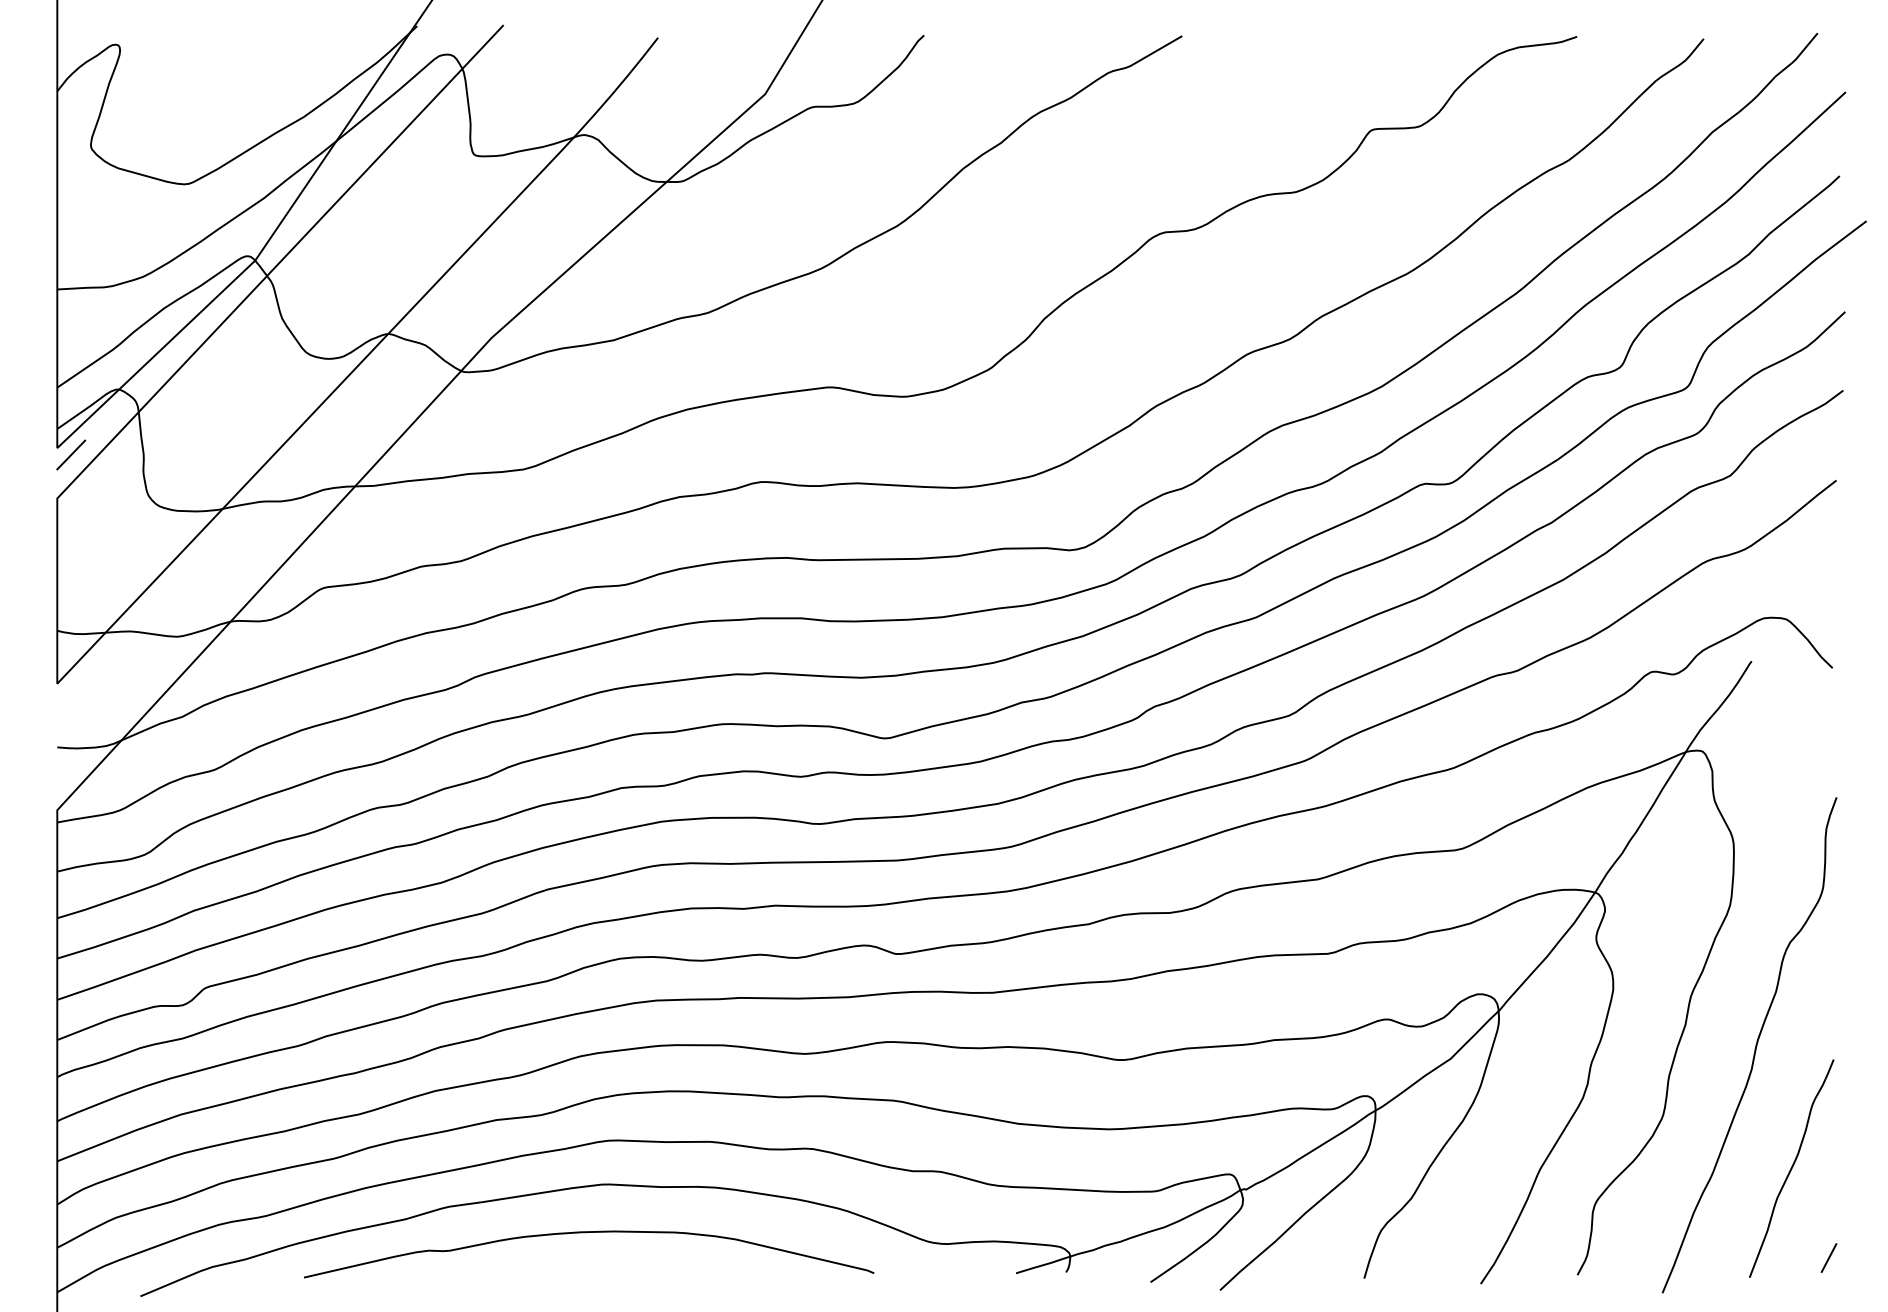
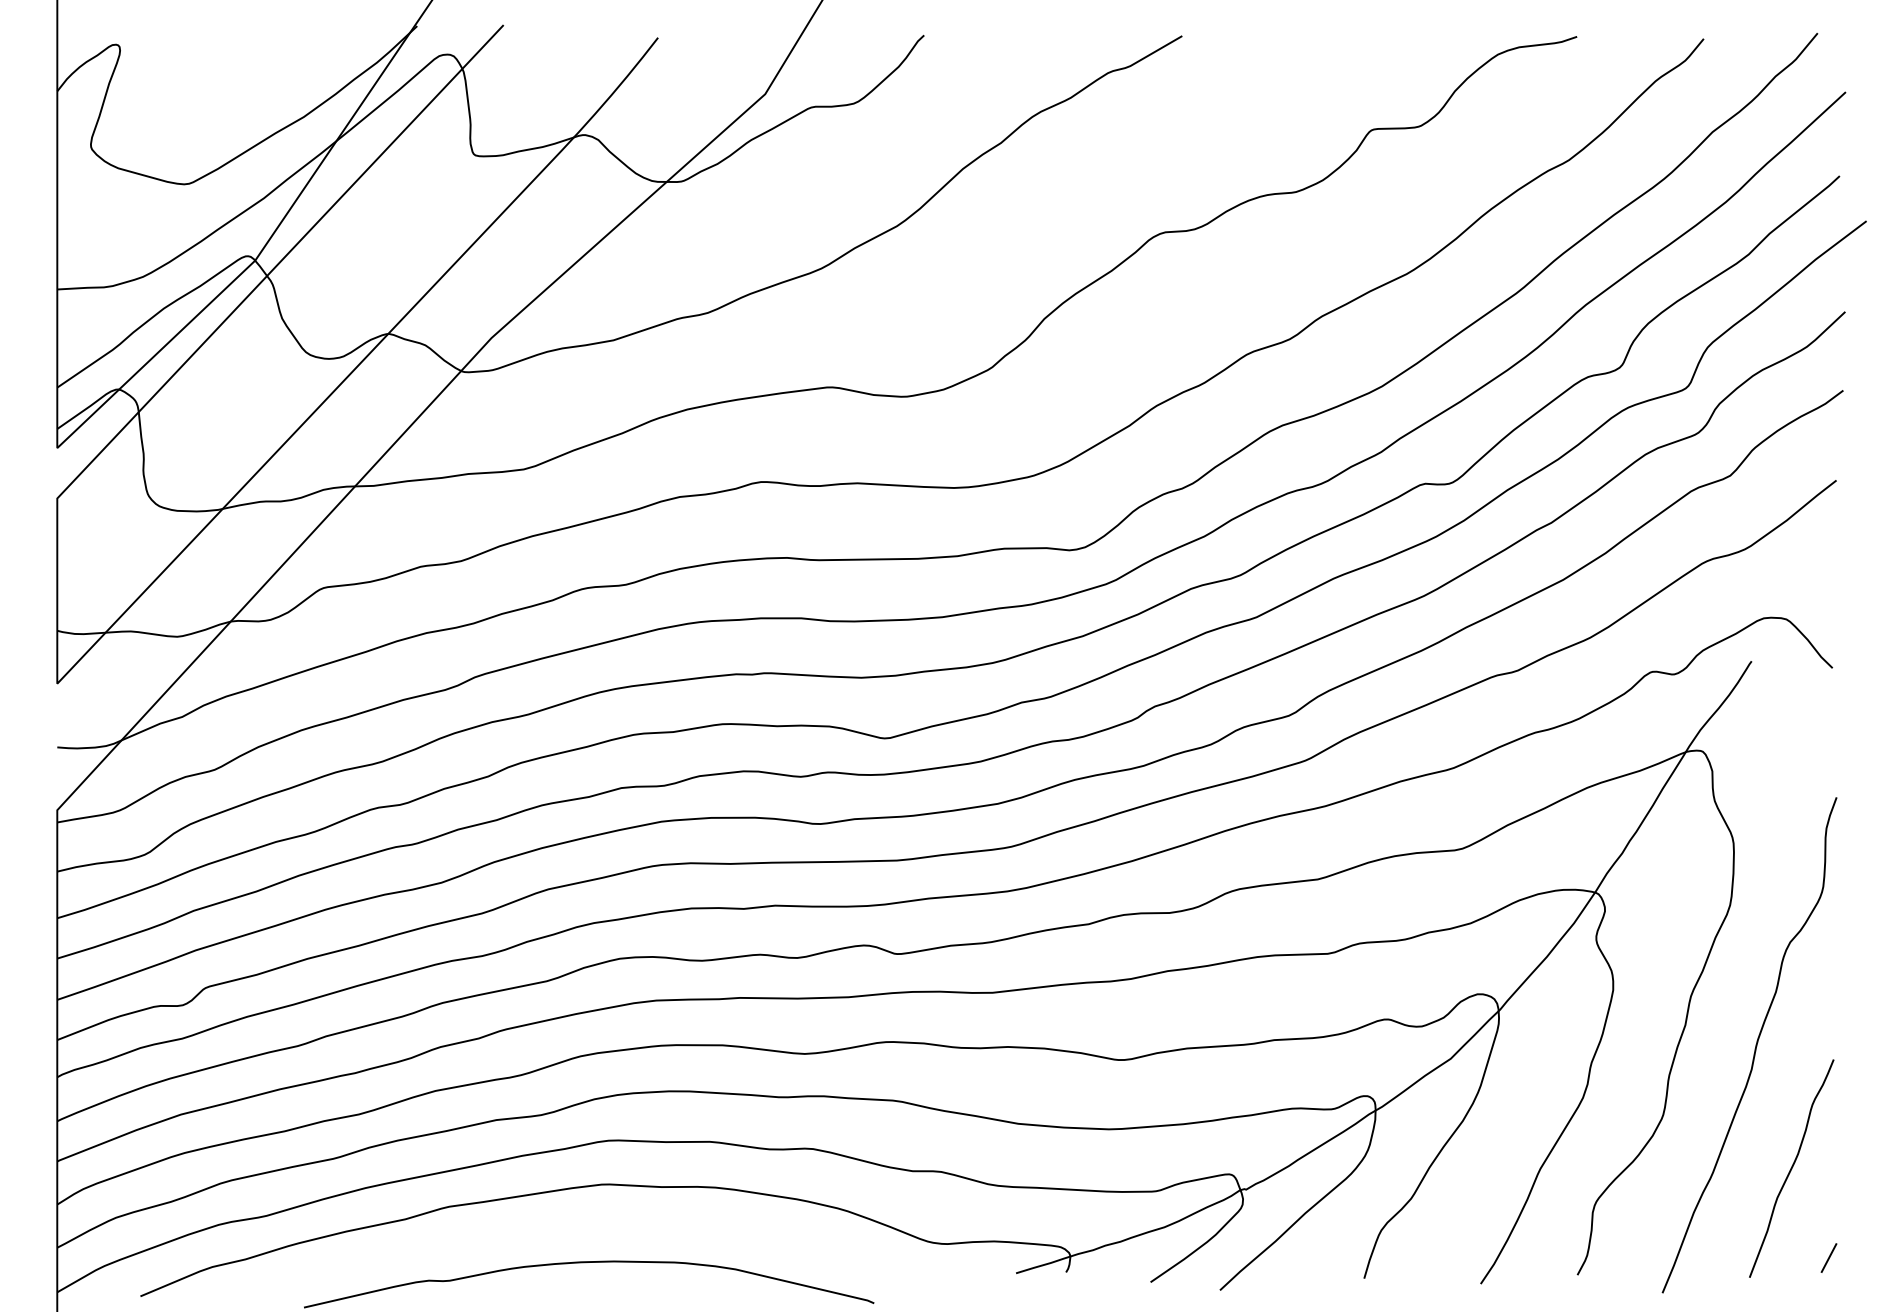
line at (71, 454): present -> none
curve at (585, 1233) position: (585, 1233) -> (585, 1263)
